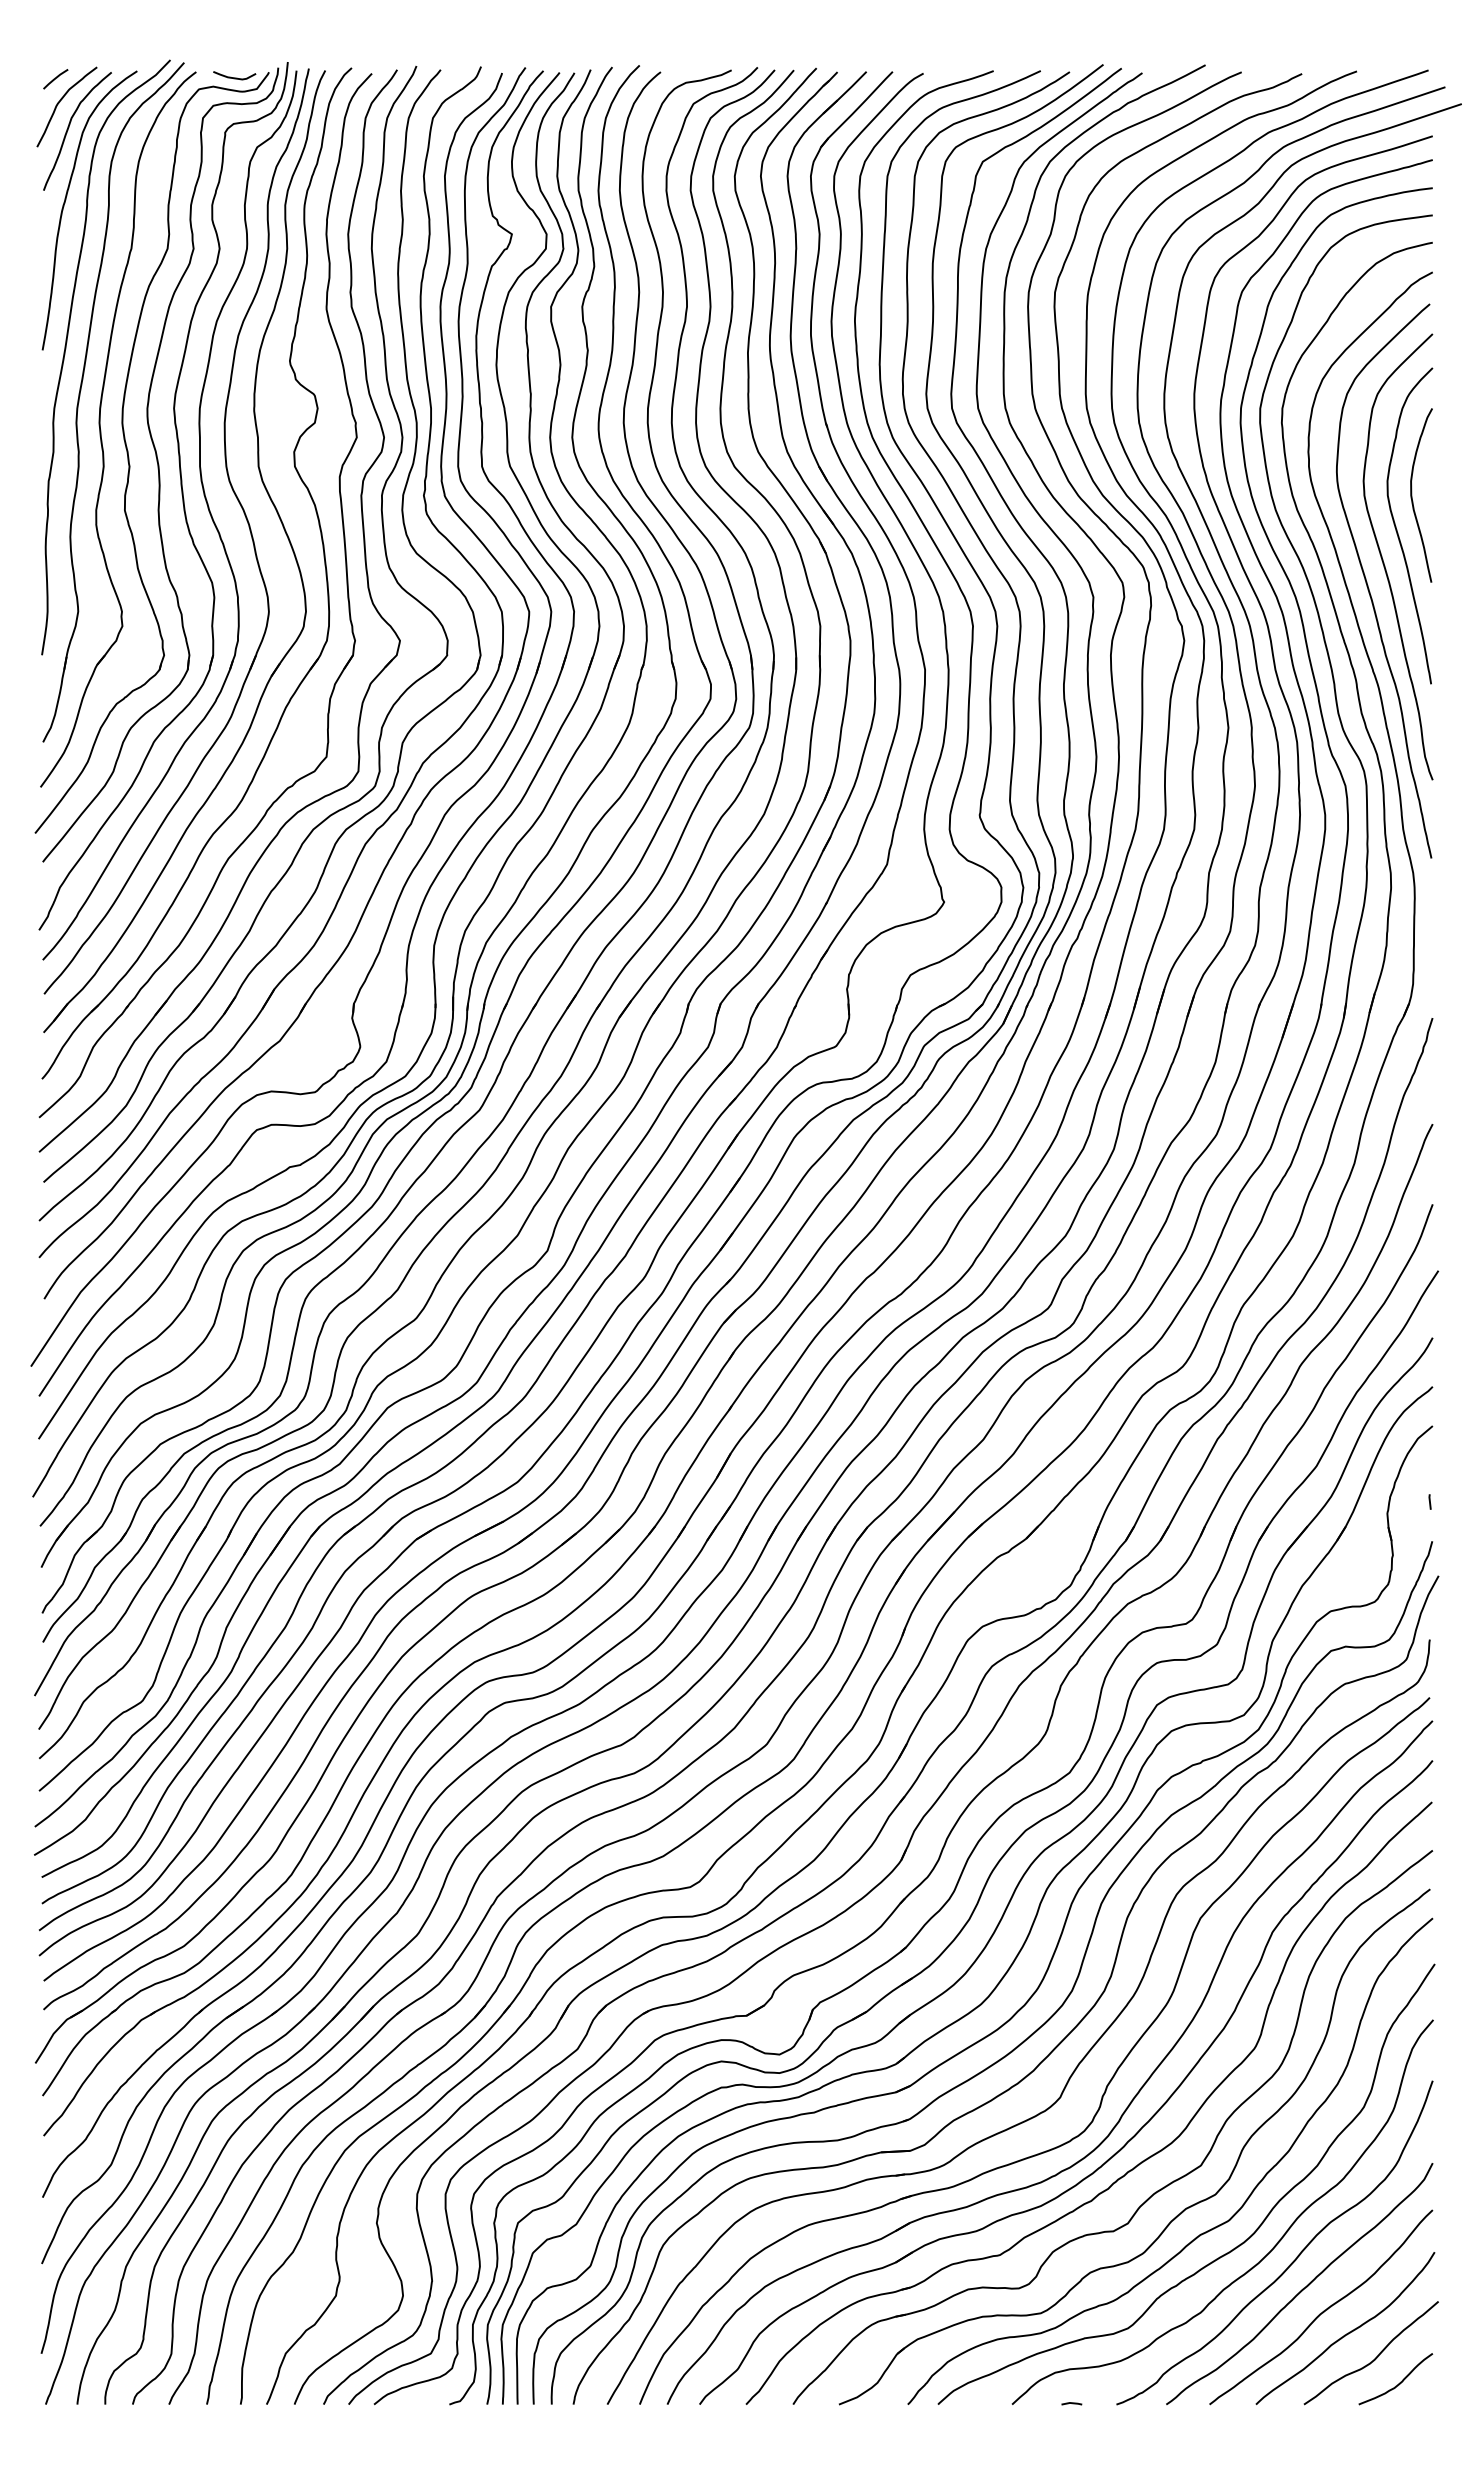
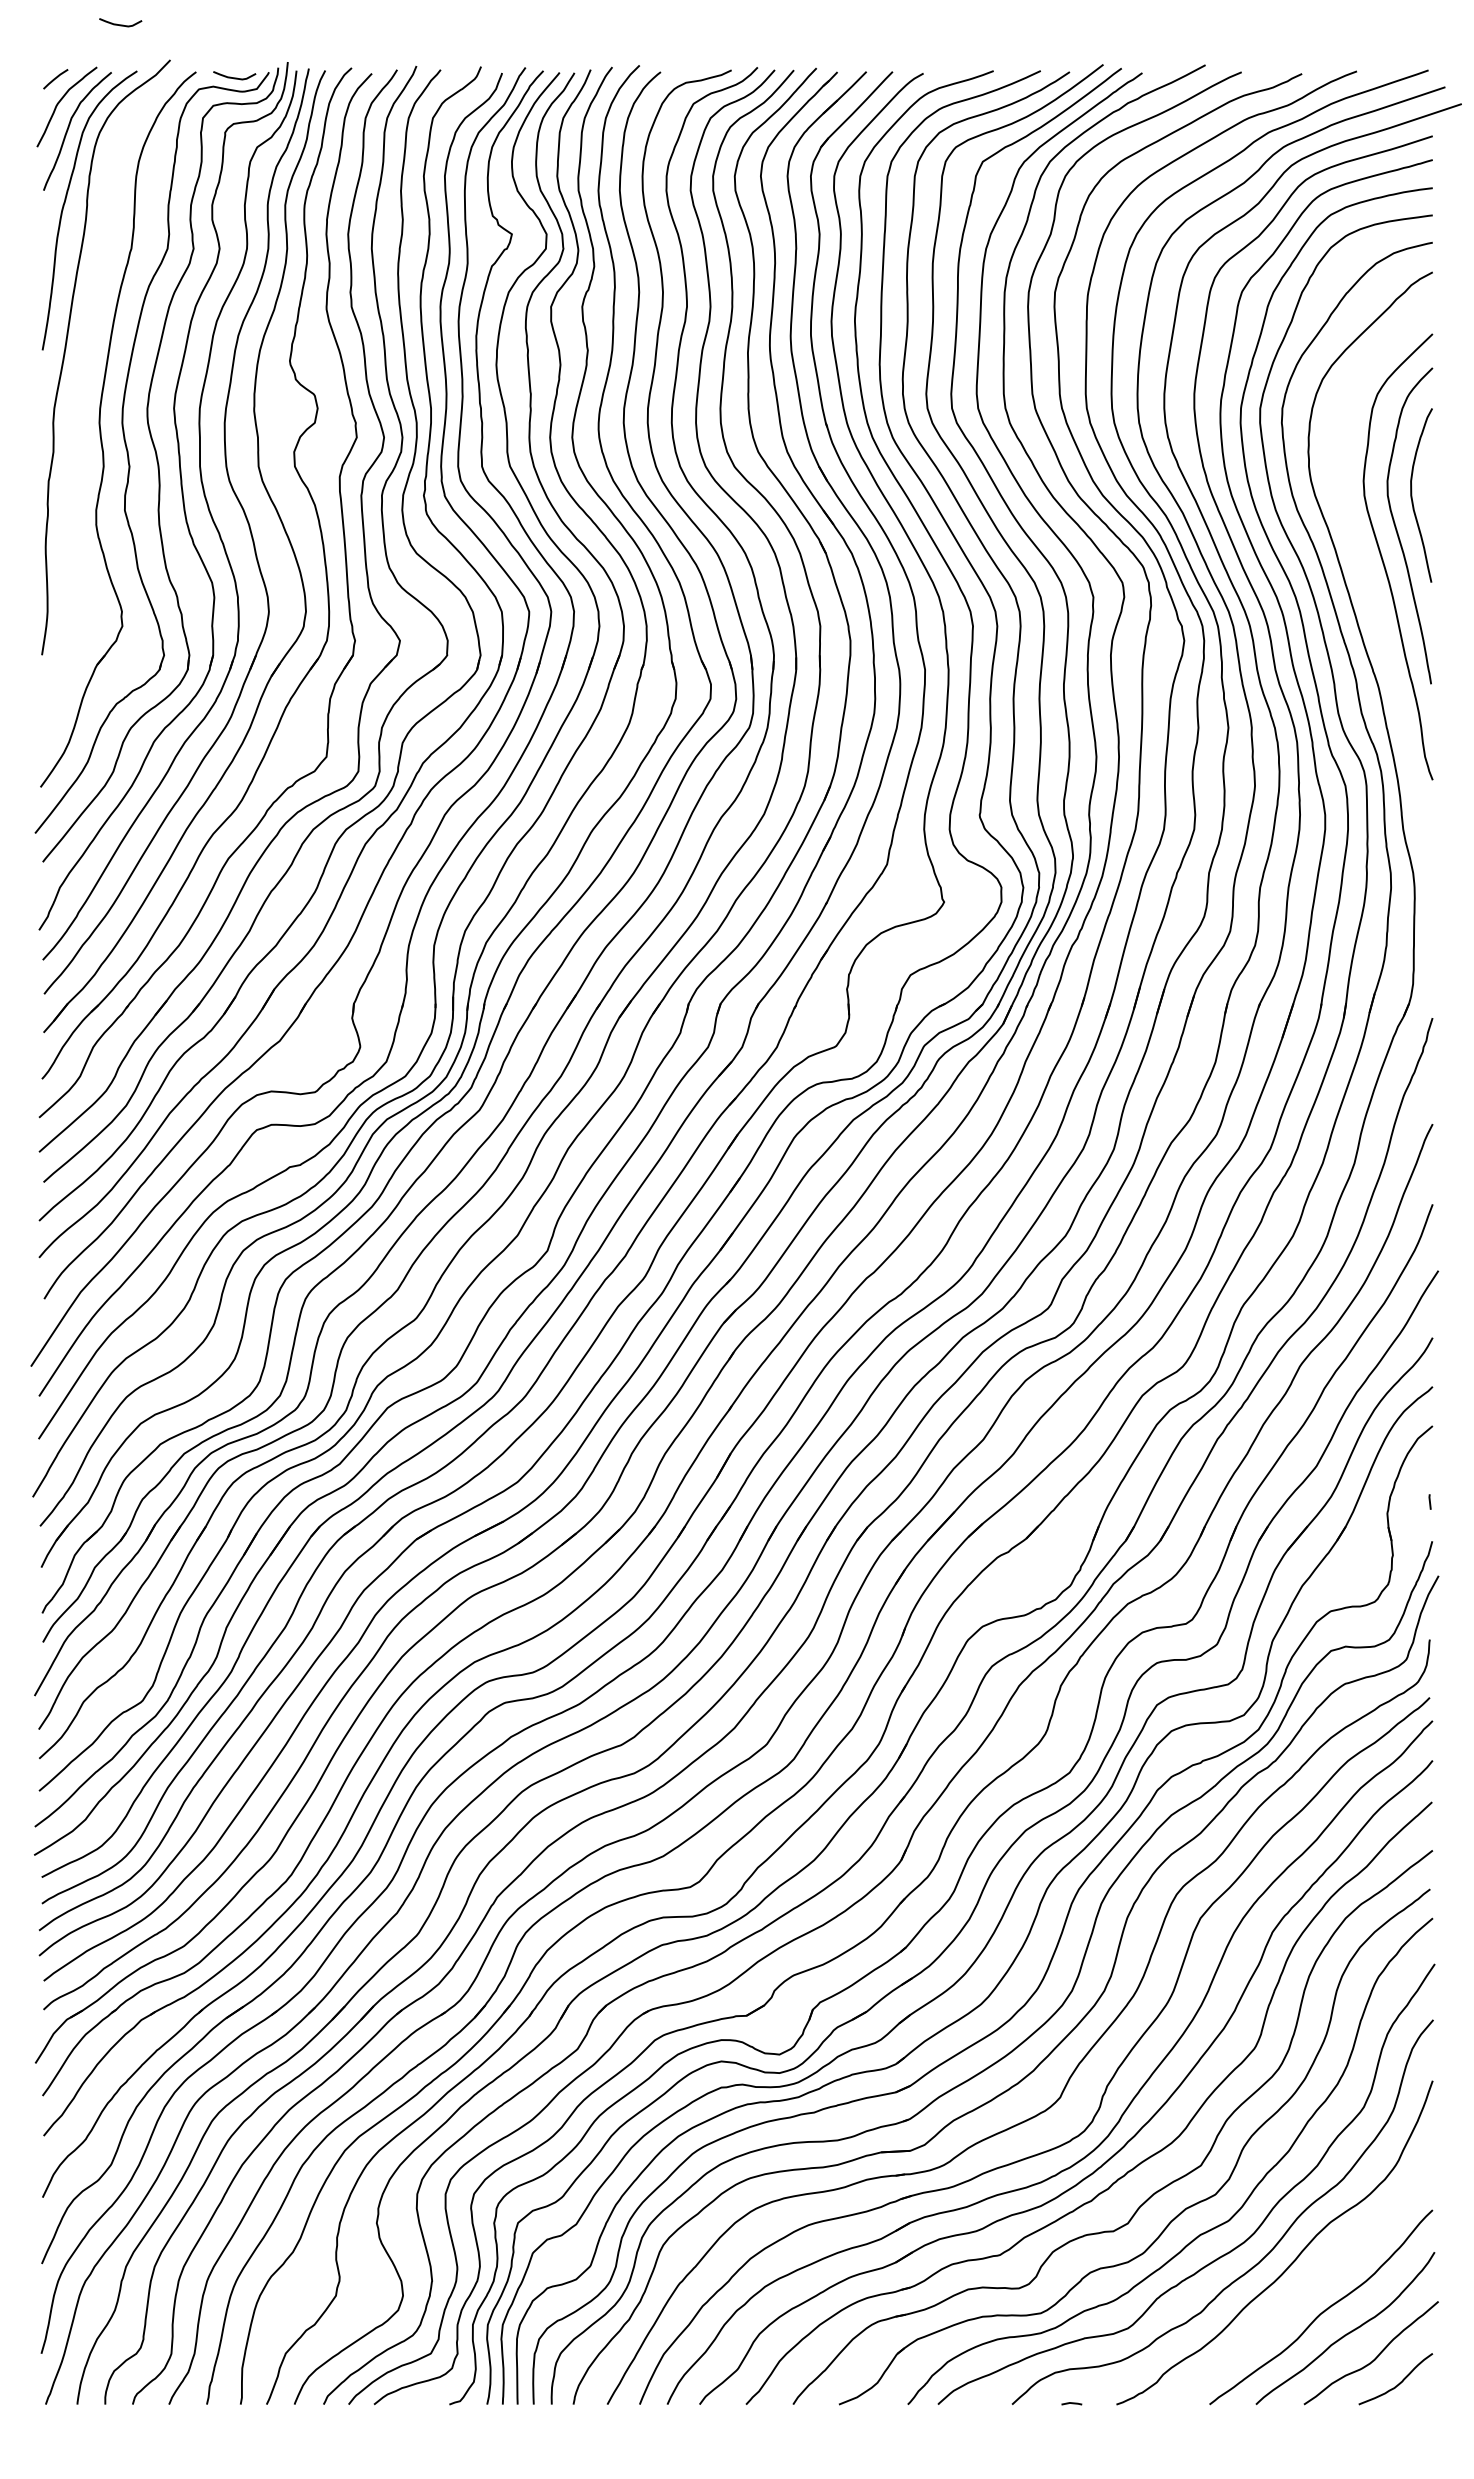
curve at (120, 24): none -> present
part at (80, 396): present -> none
curve at (1368, 585): present -> none
curve at (1302, 2288): present -> none
